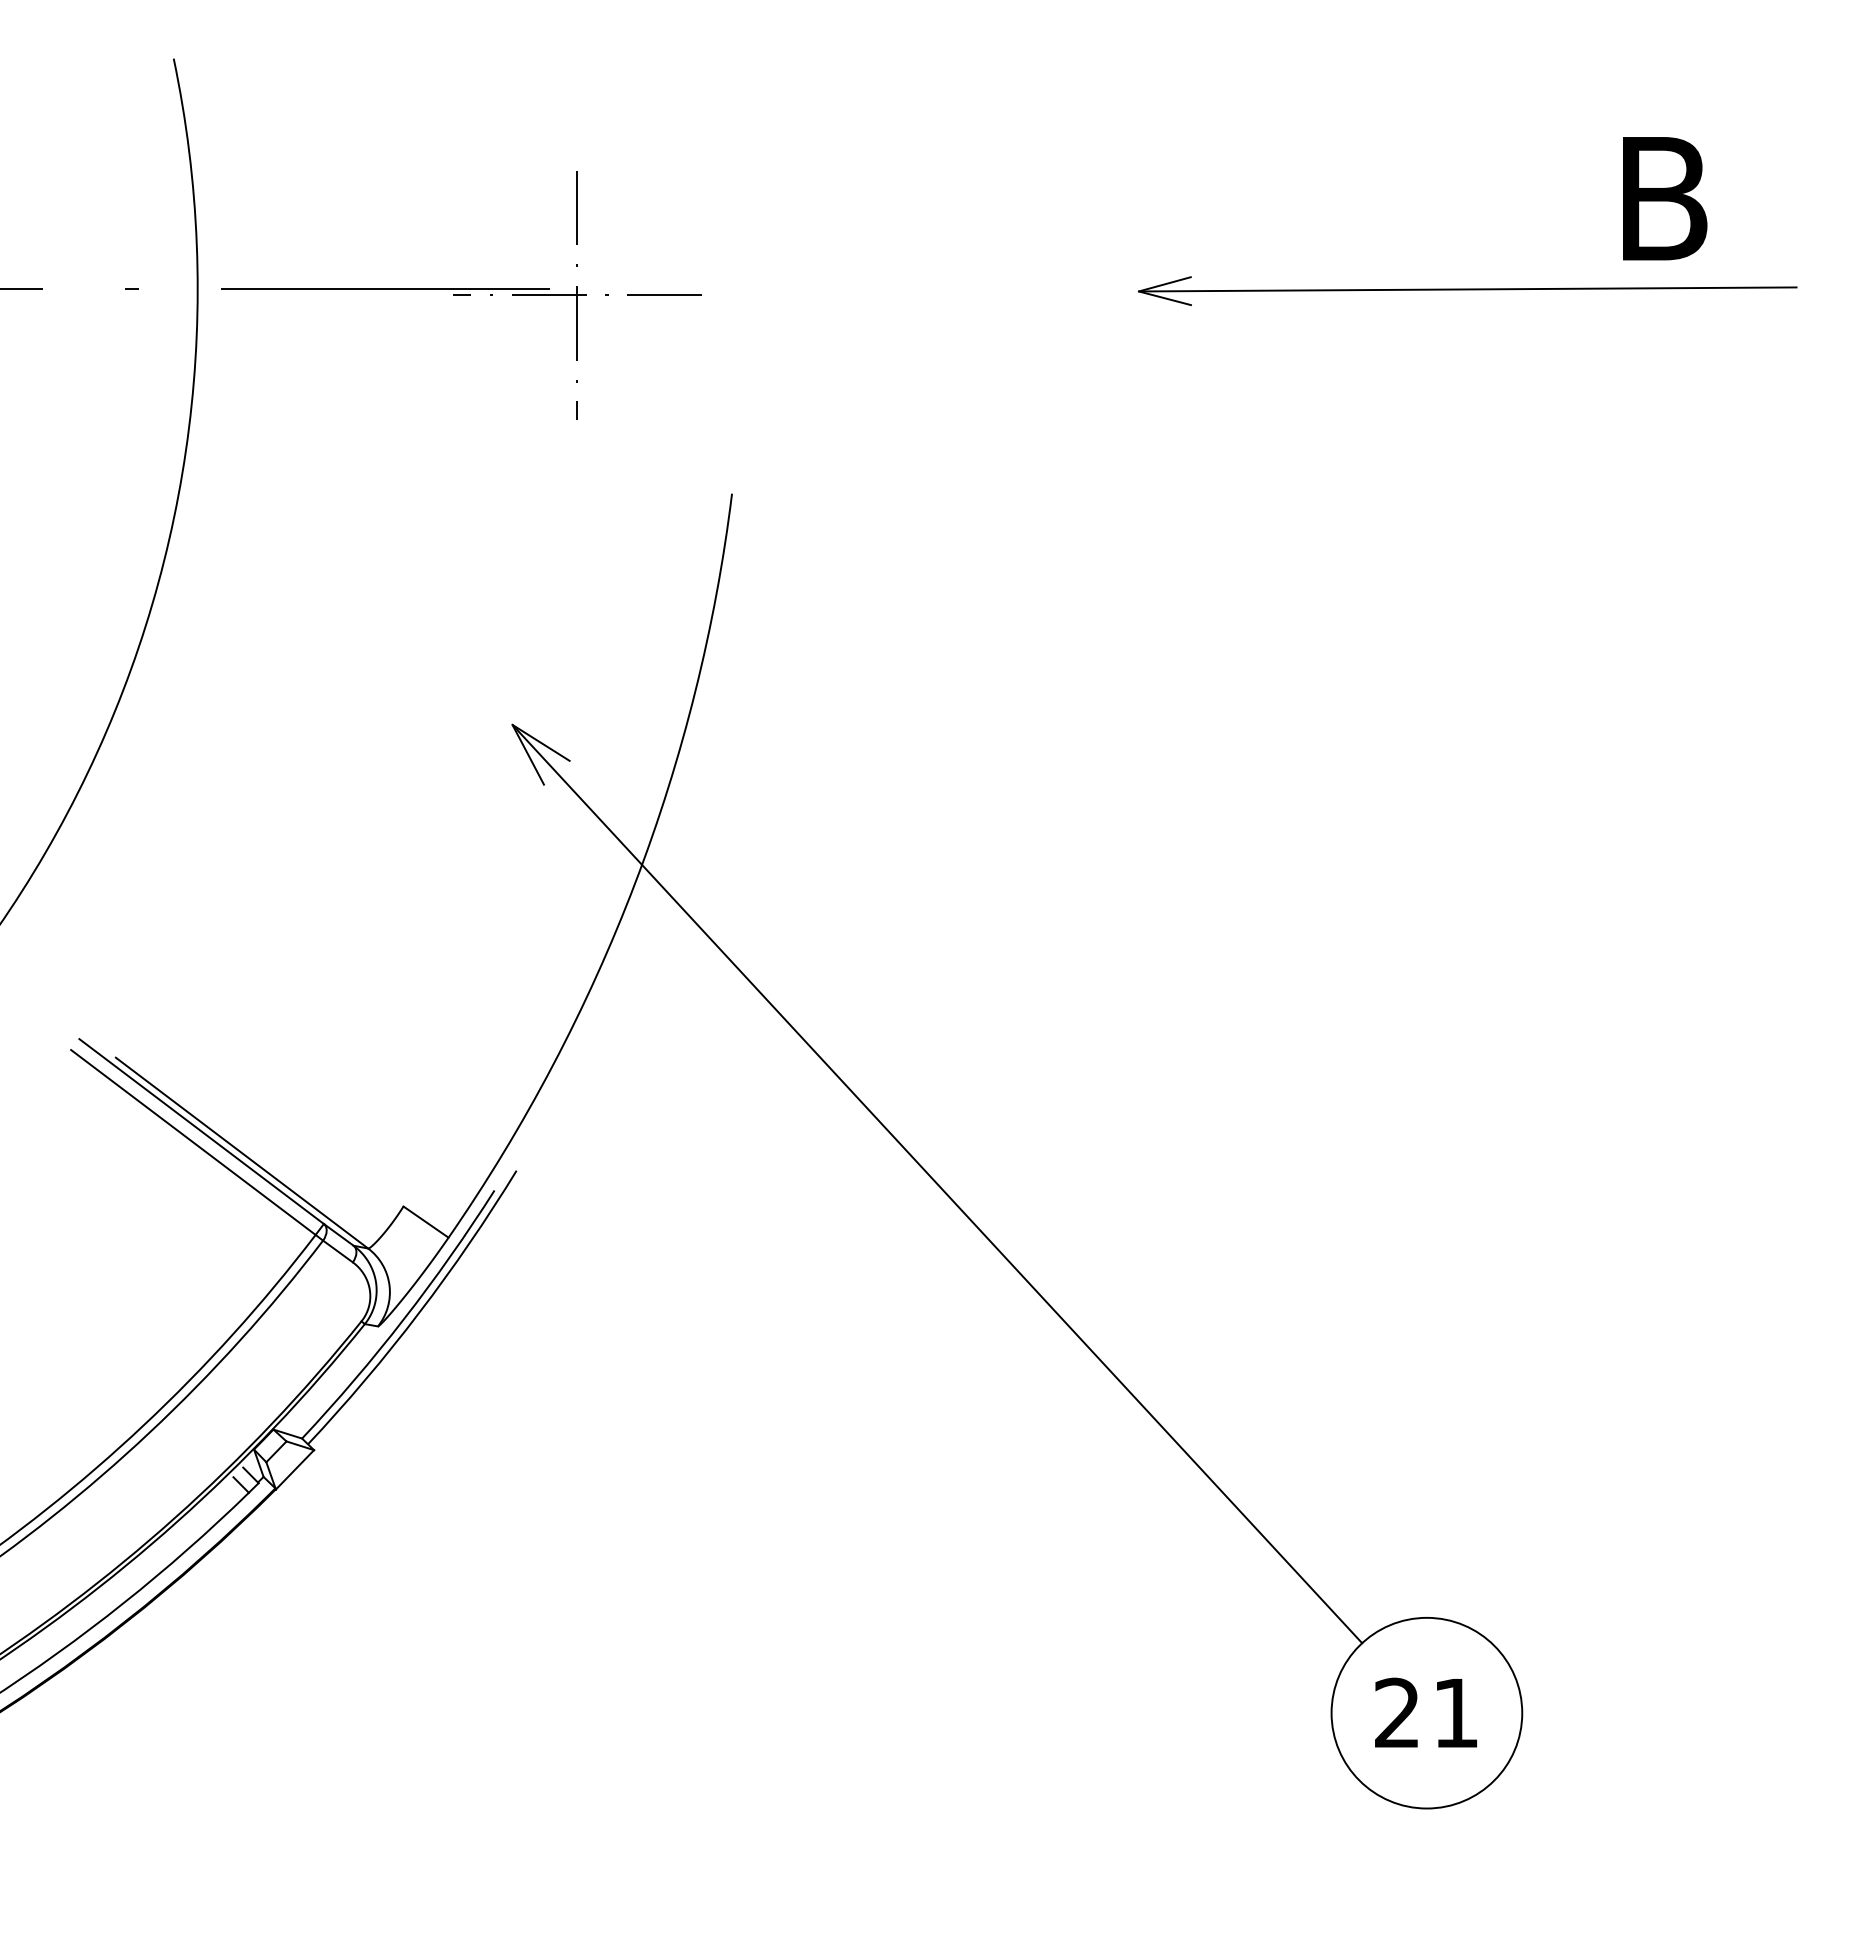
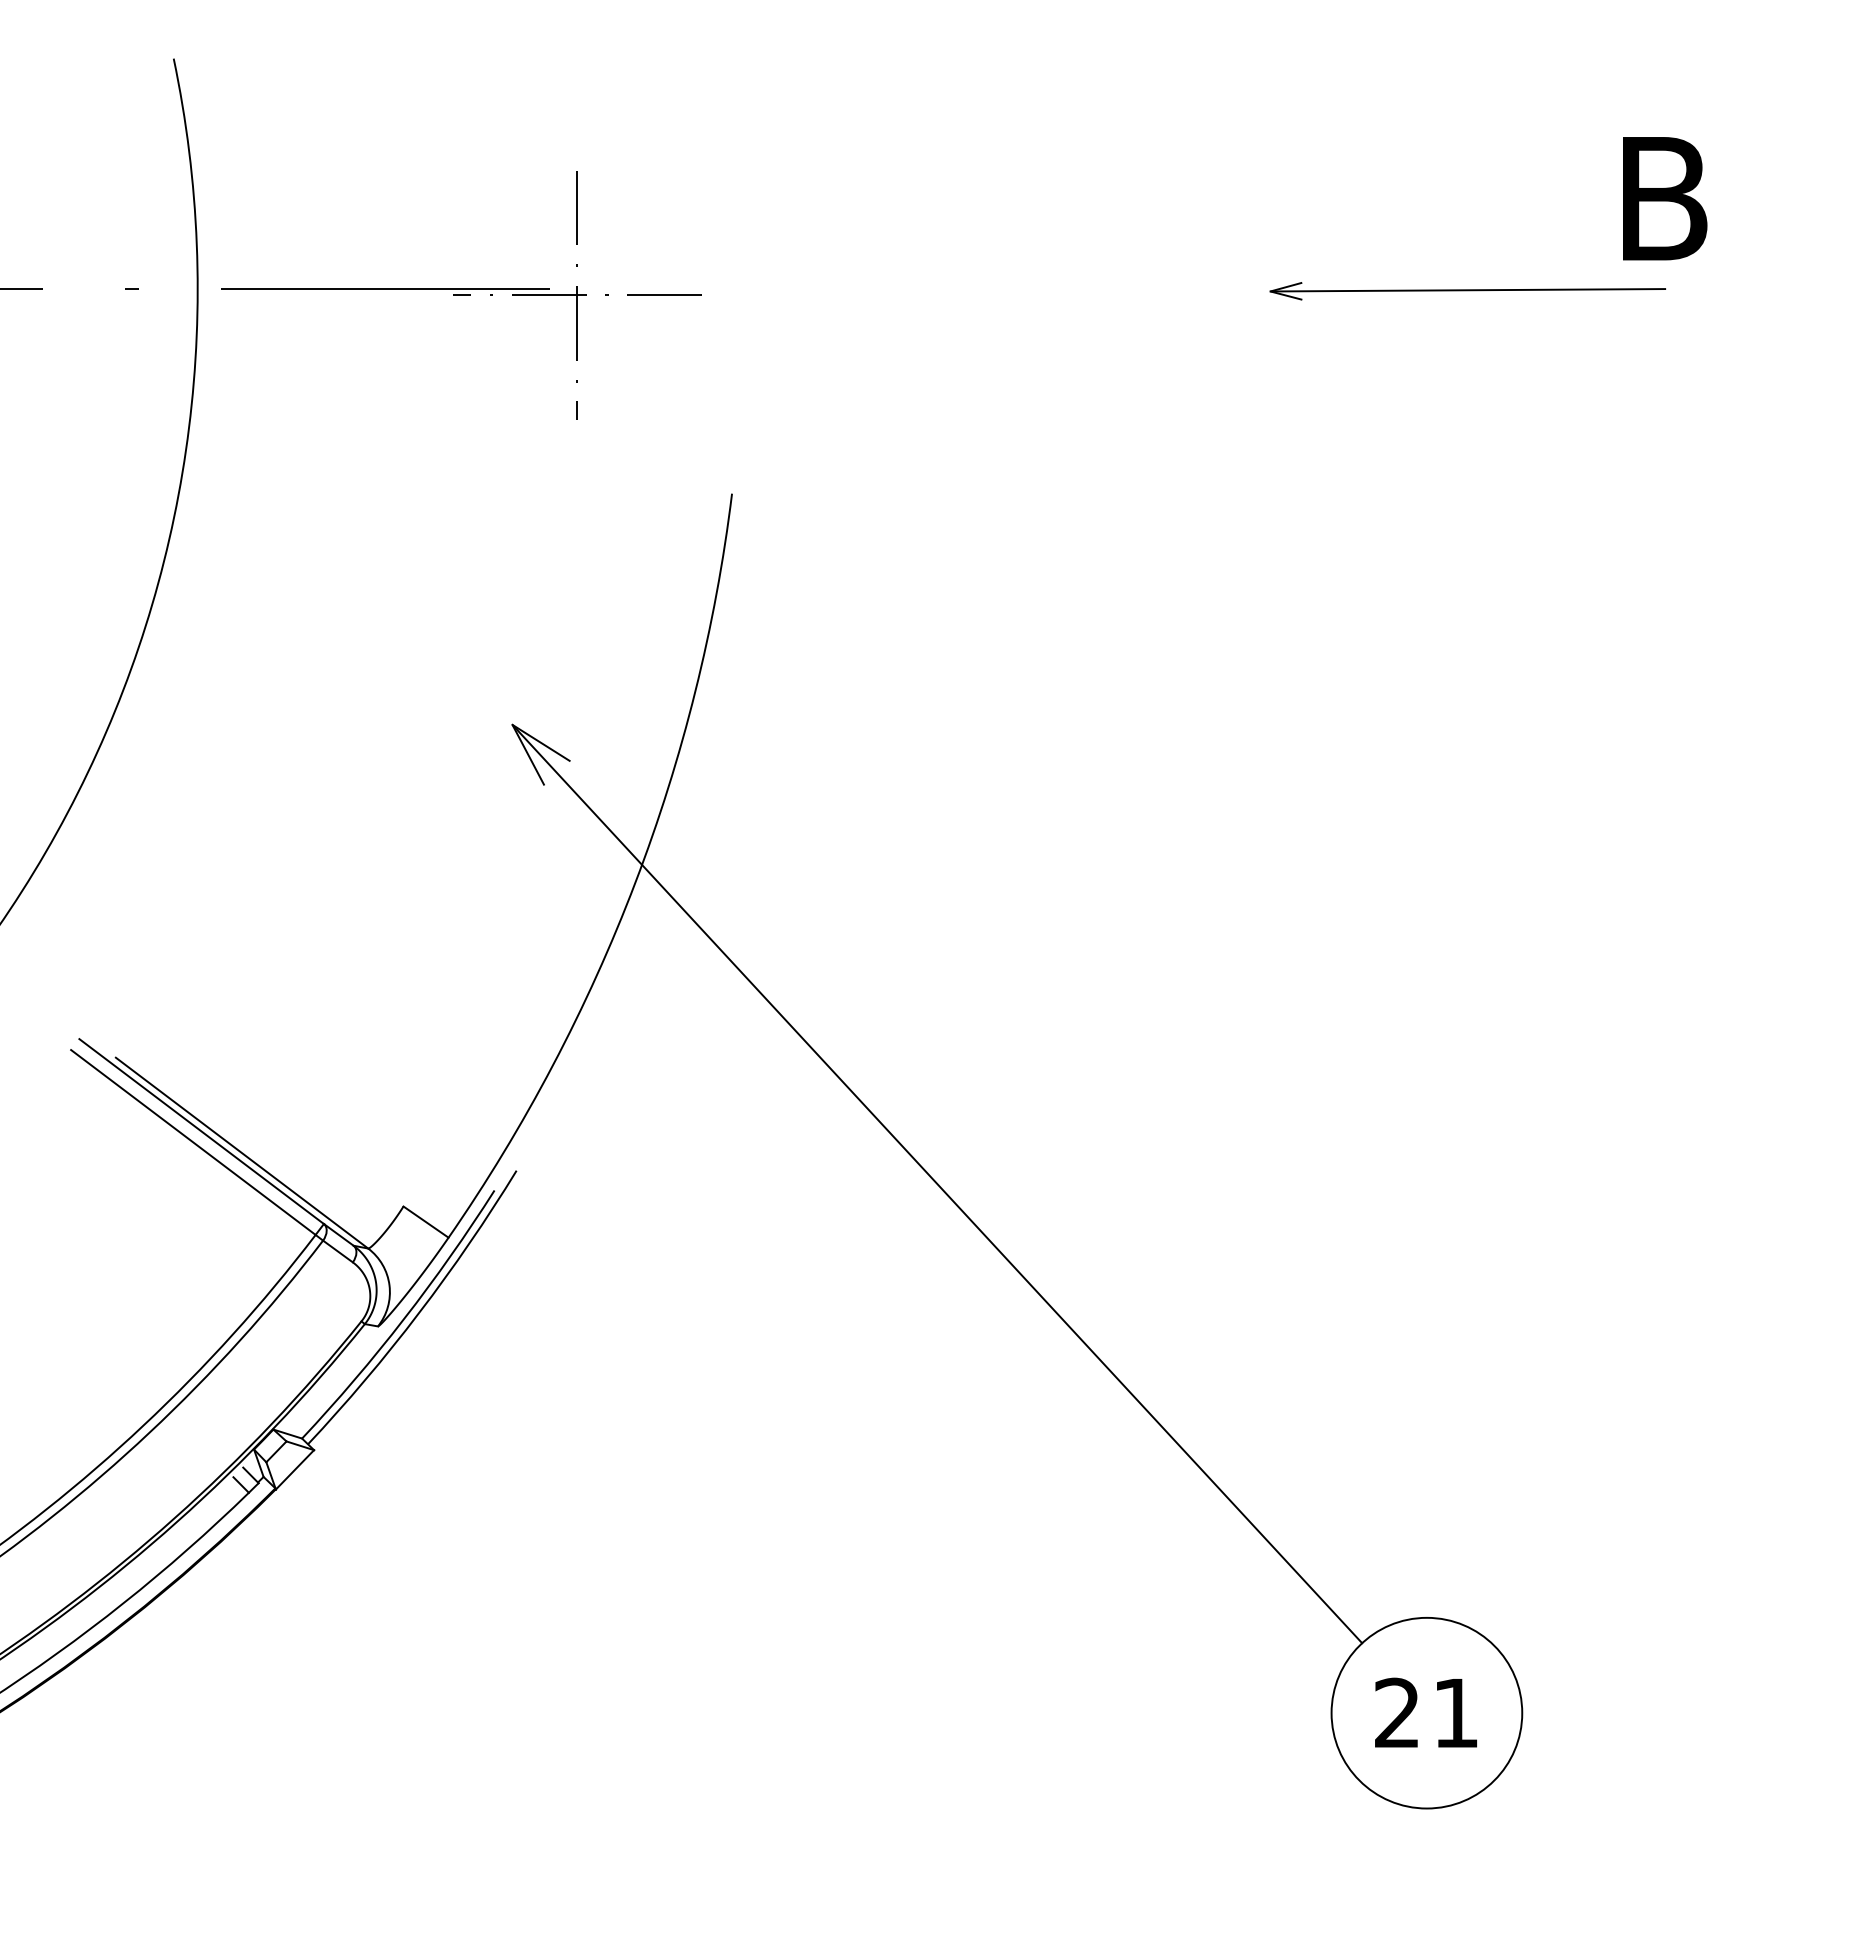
part at (1467, 291) size: 660x31 px -> 397x19 px
